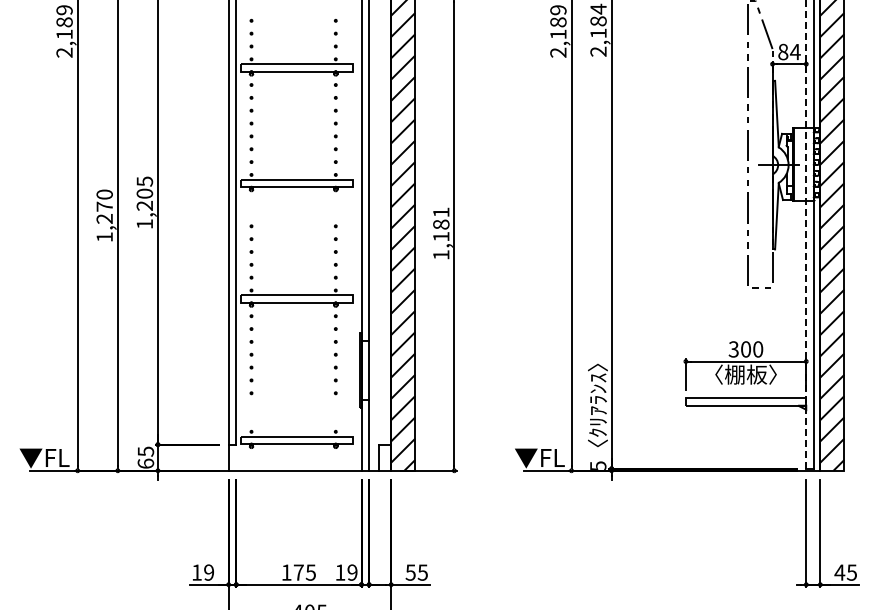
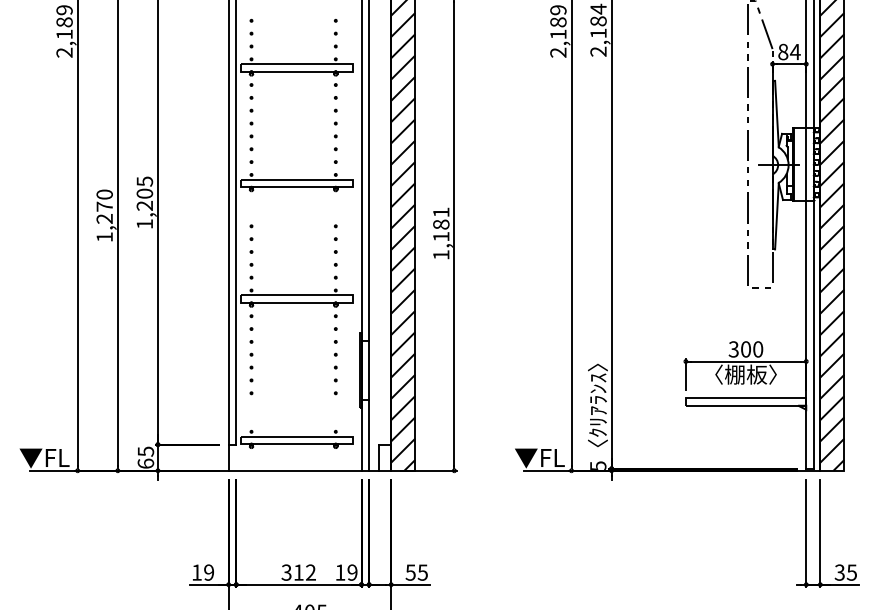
line at (806, 234): dashed -> solid
text at (298, 572): 175 -> 312
text at (839, 572): 45 -> 35
